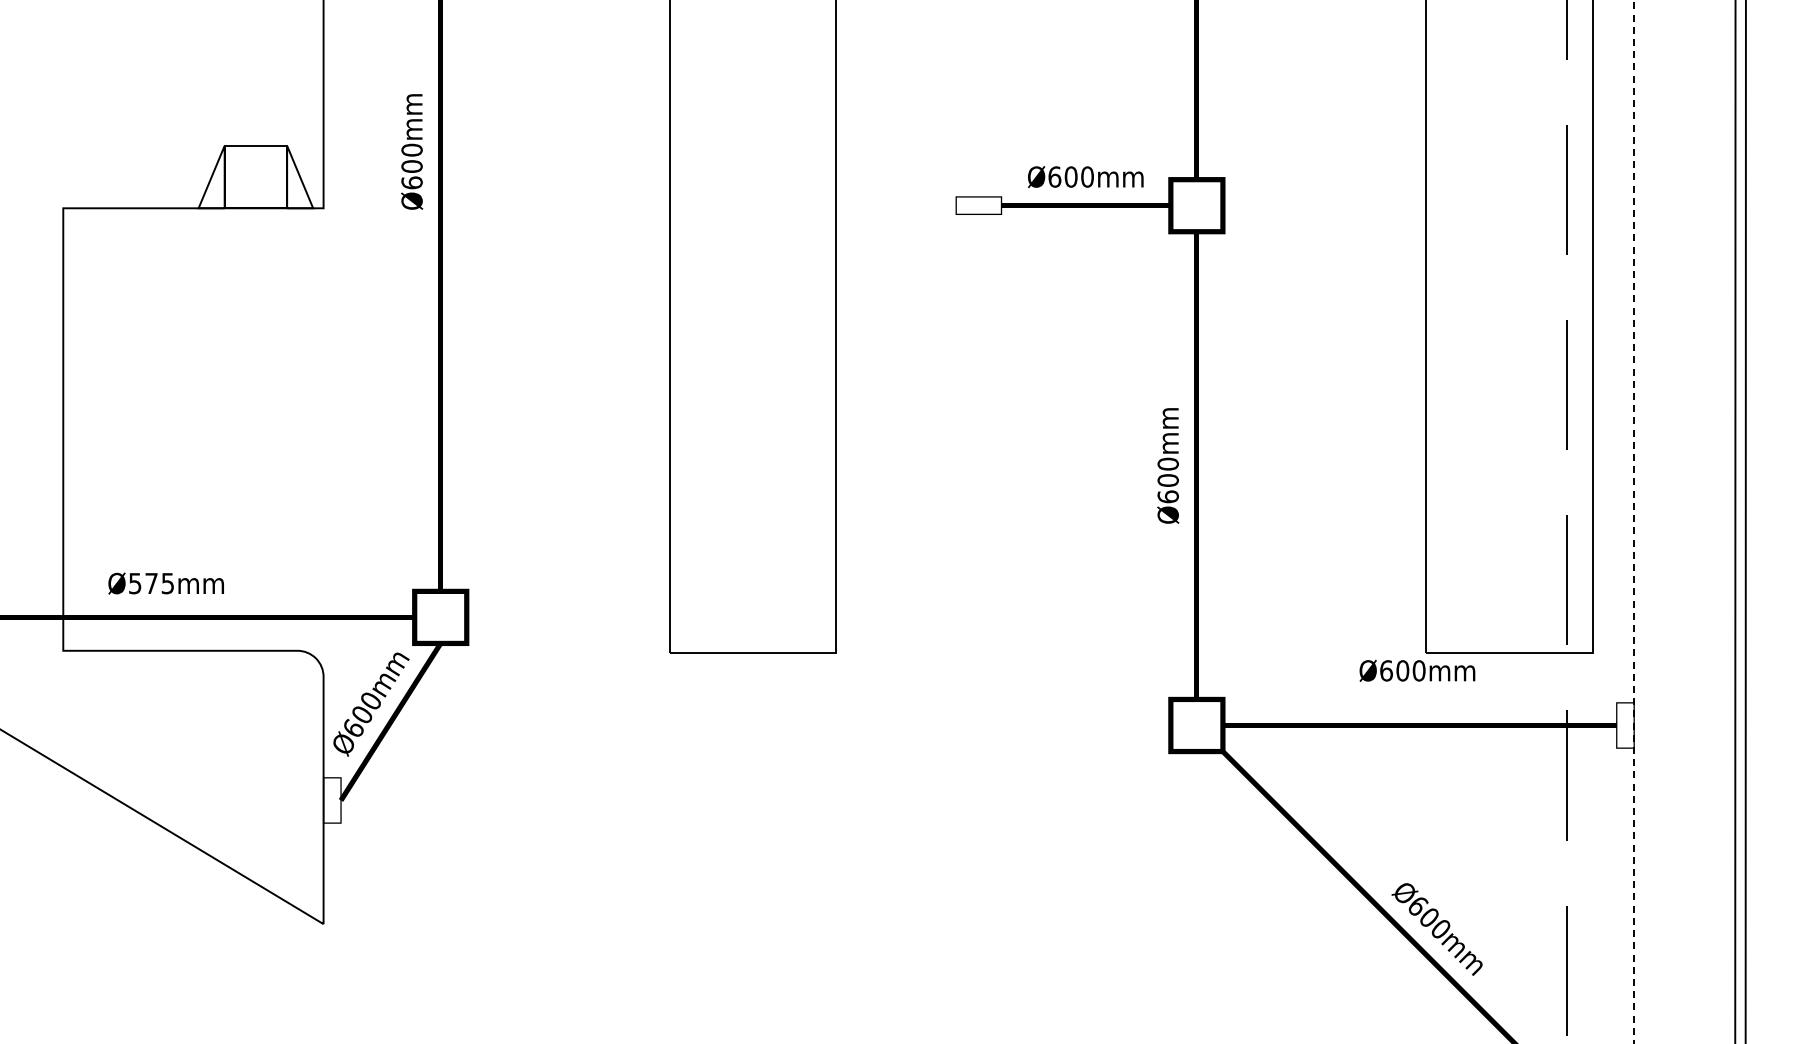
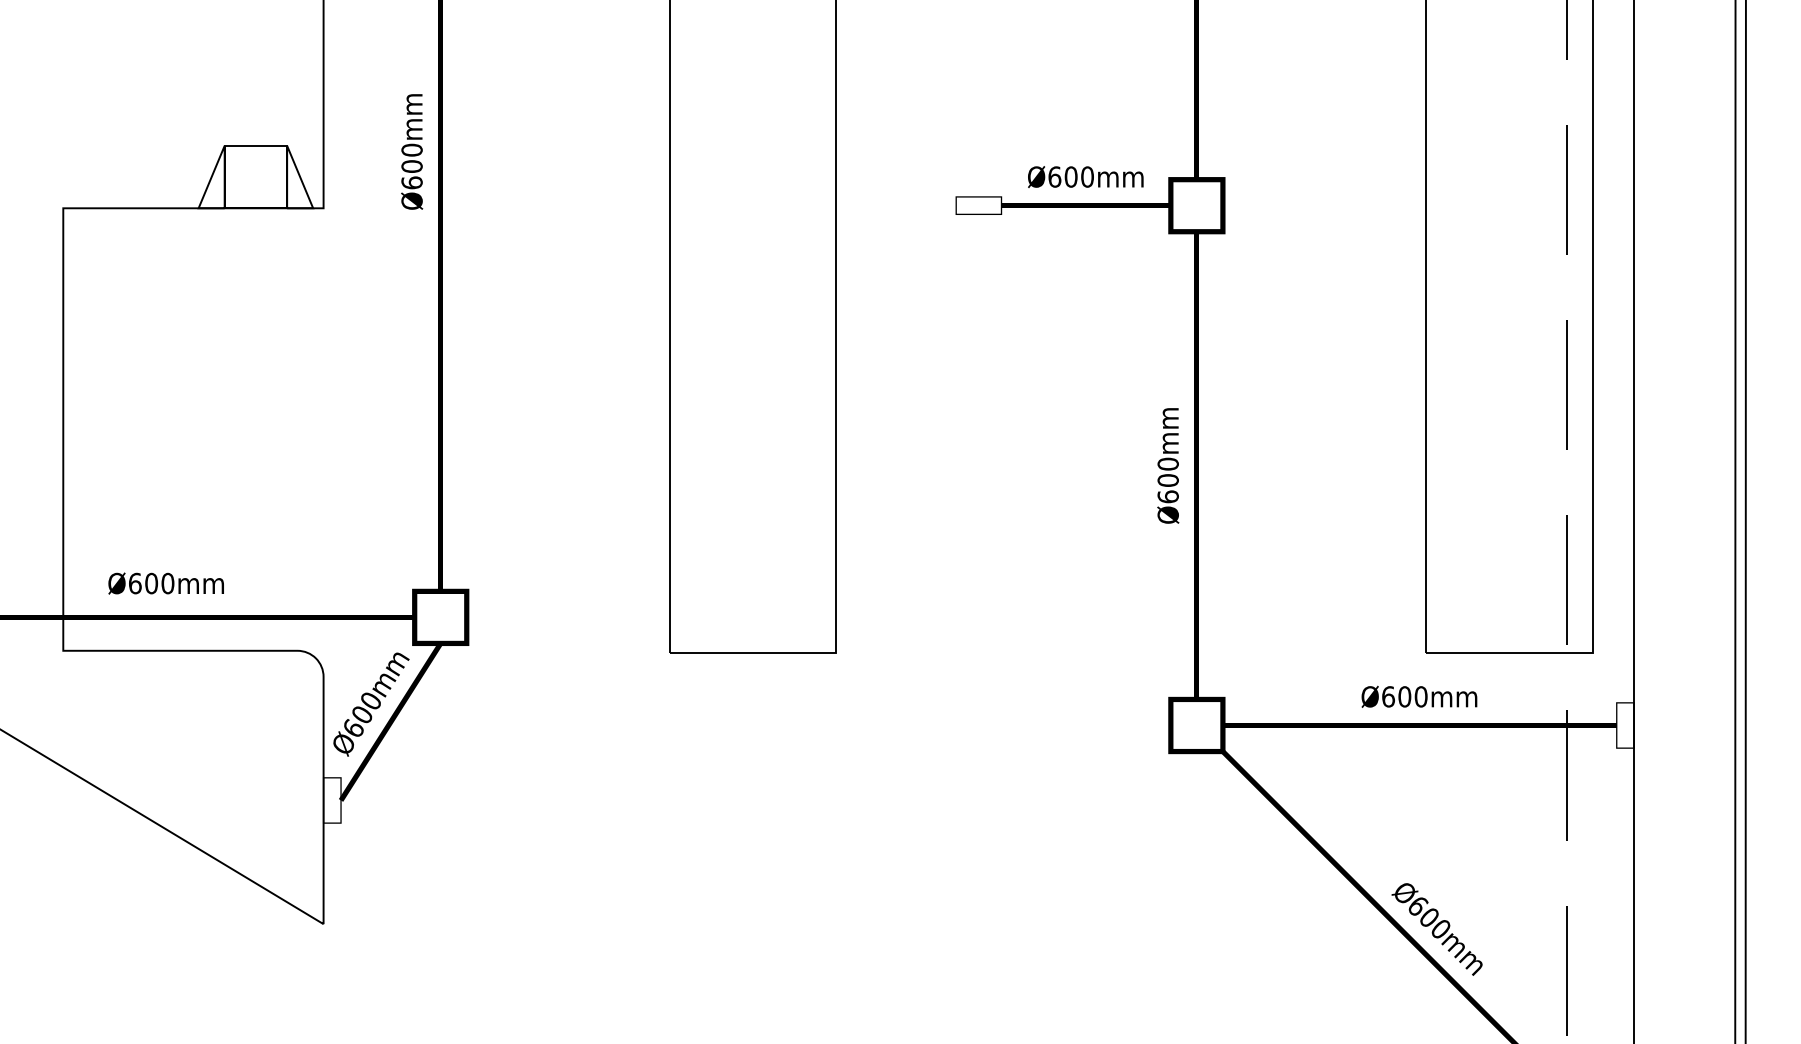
line at (1634, 522): dashed -> solid
text at (151, 583): Ø575mm -> Ø600mm
text at (1417, 670) position: (1417, 670) -> (1419, 696)
